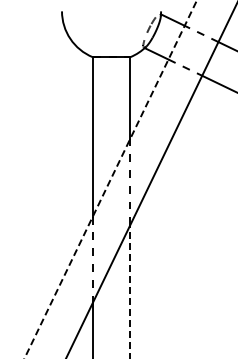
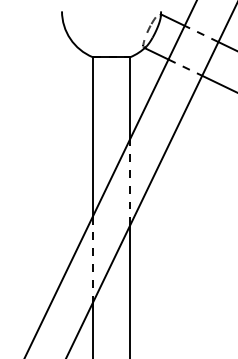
line at (110, 180): dashed -> solid
line at (130, 291): dashed -> solid
